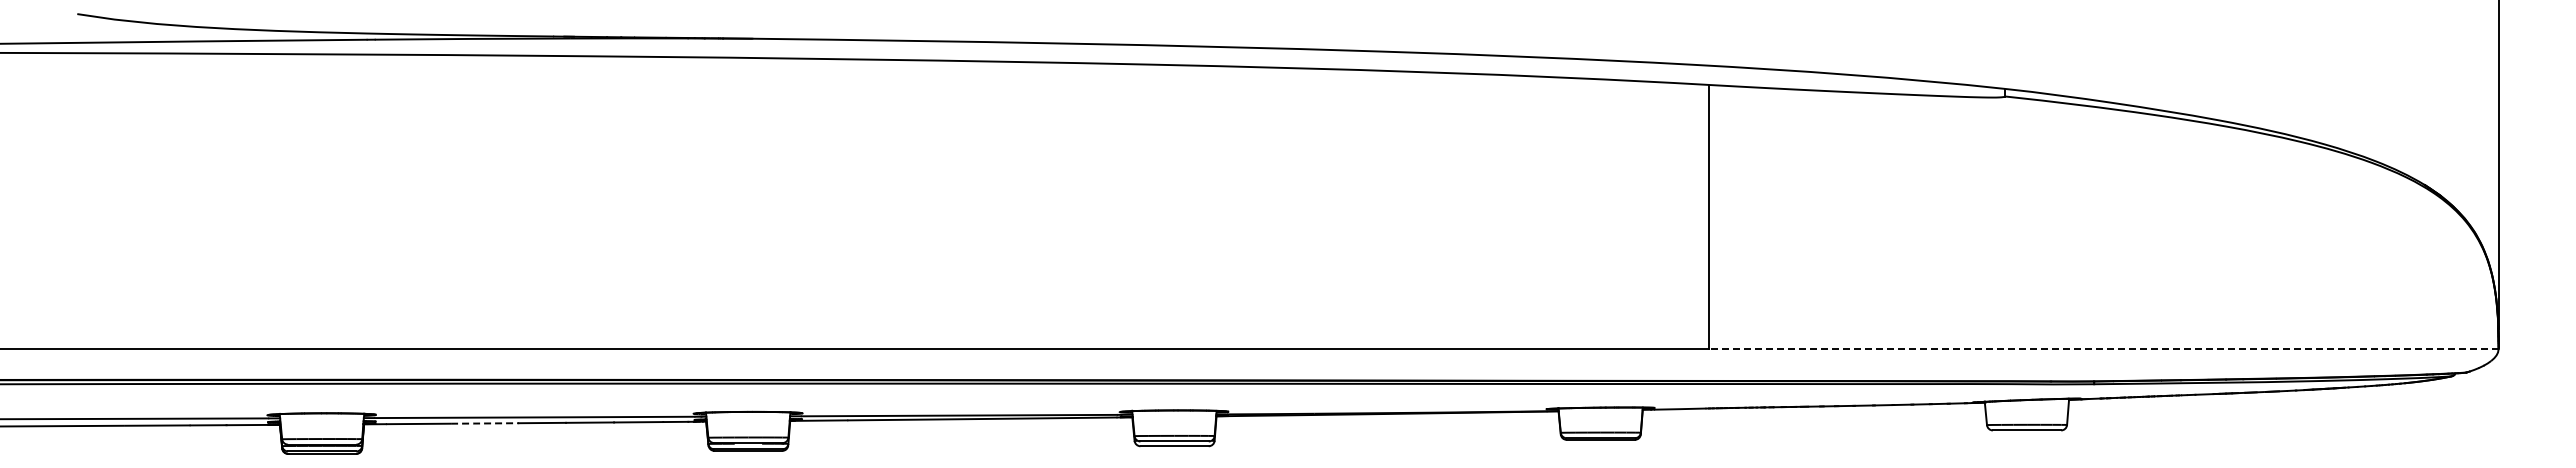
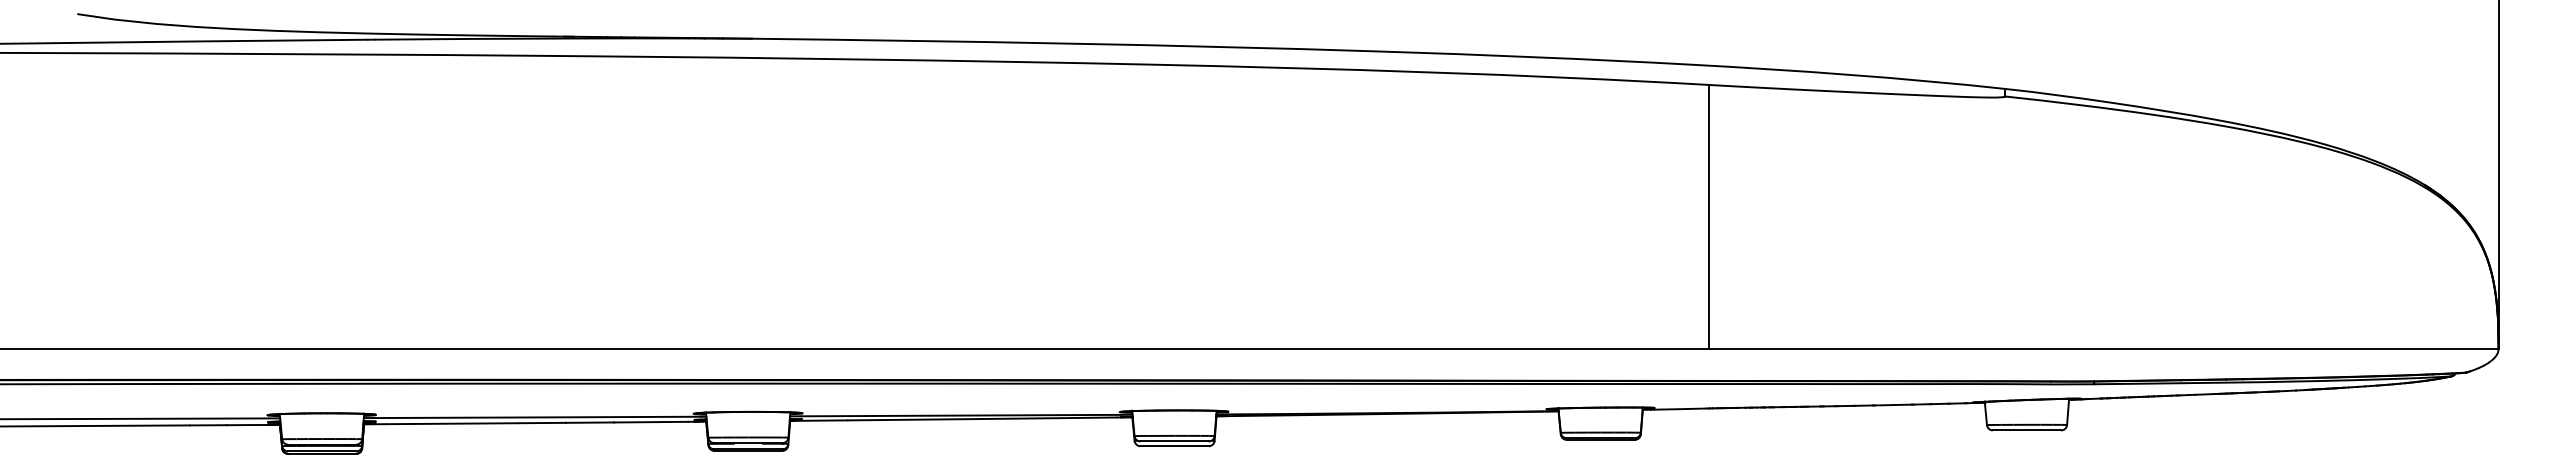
line at (2104, 348): dashed -> solid
line at (484, 423): dashed -> solid
